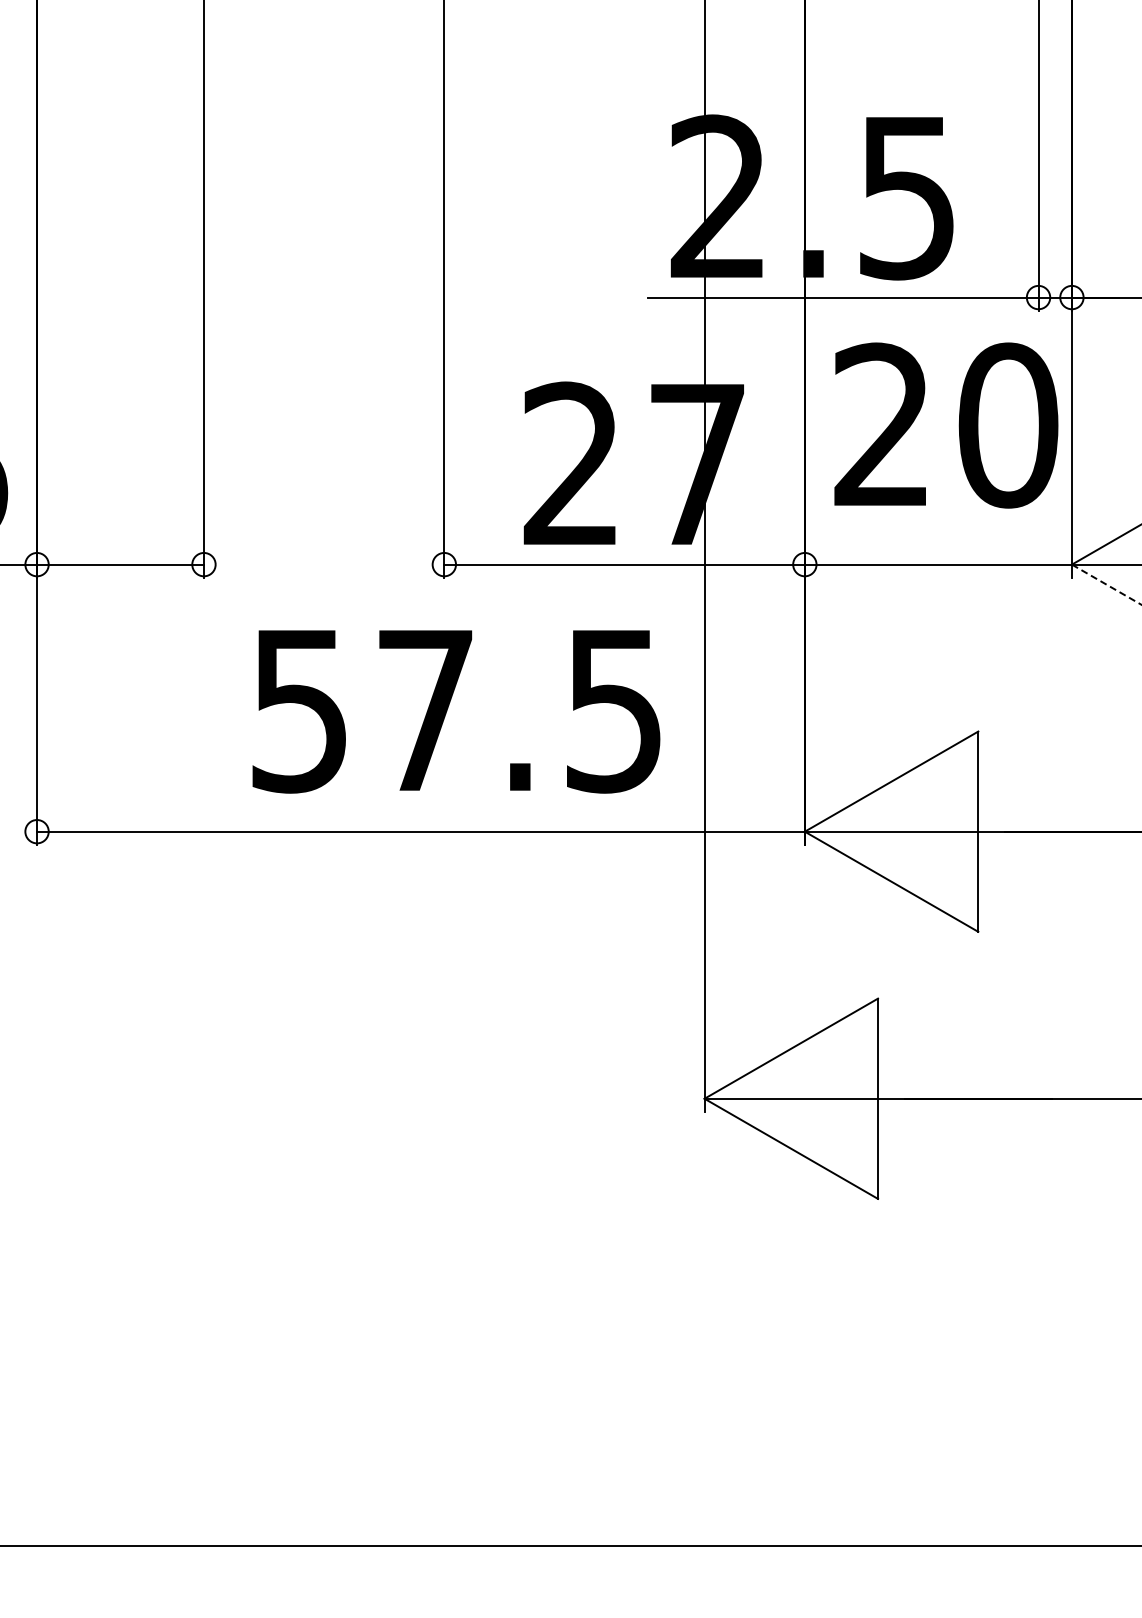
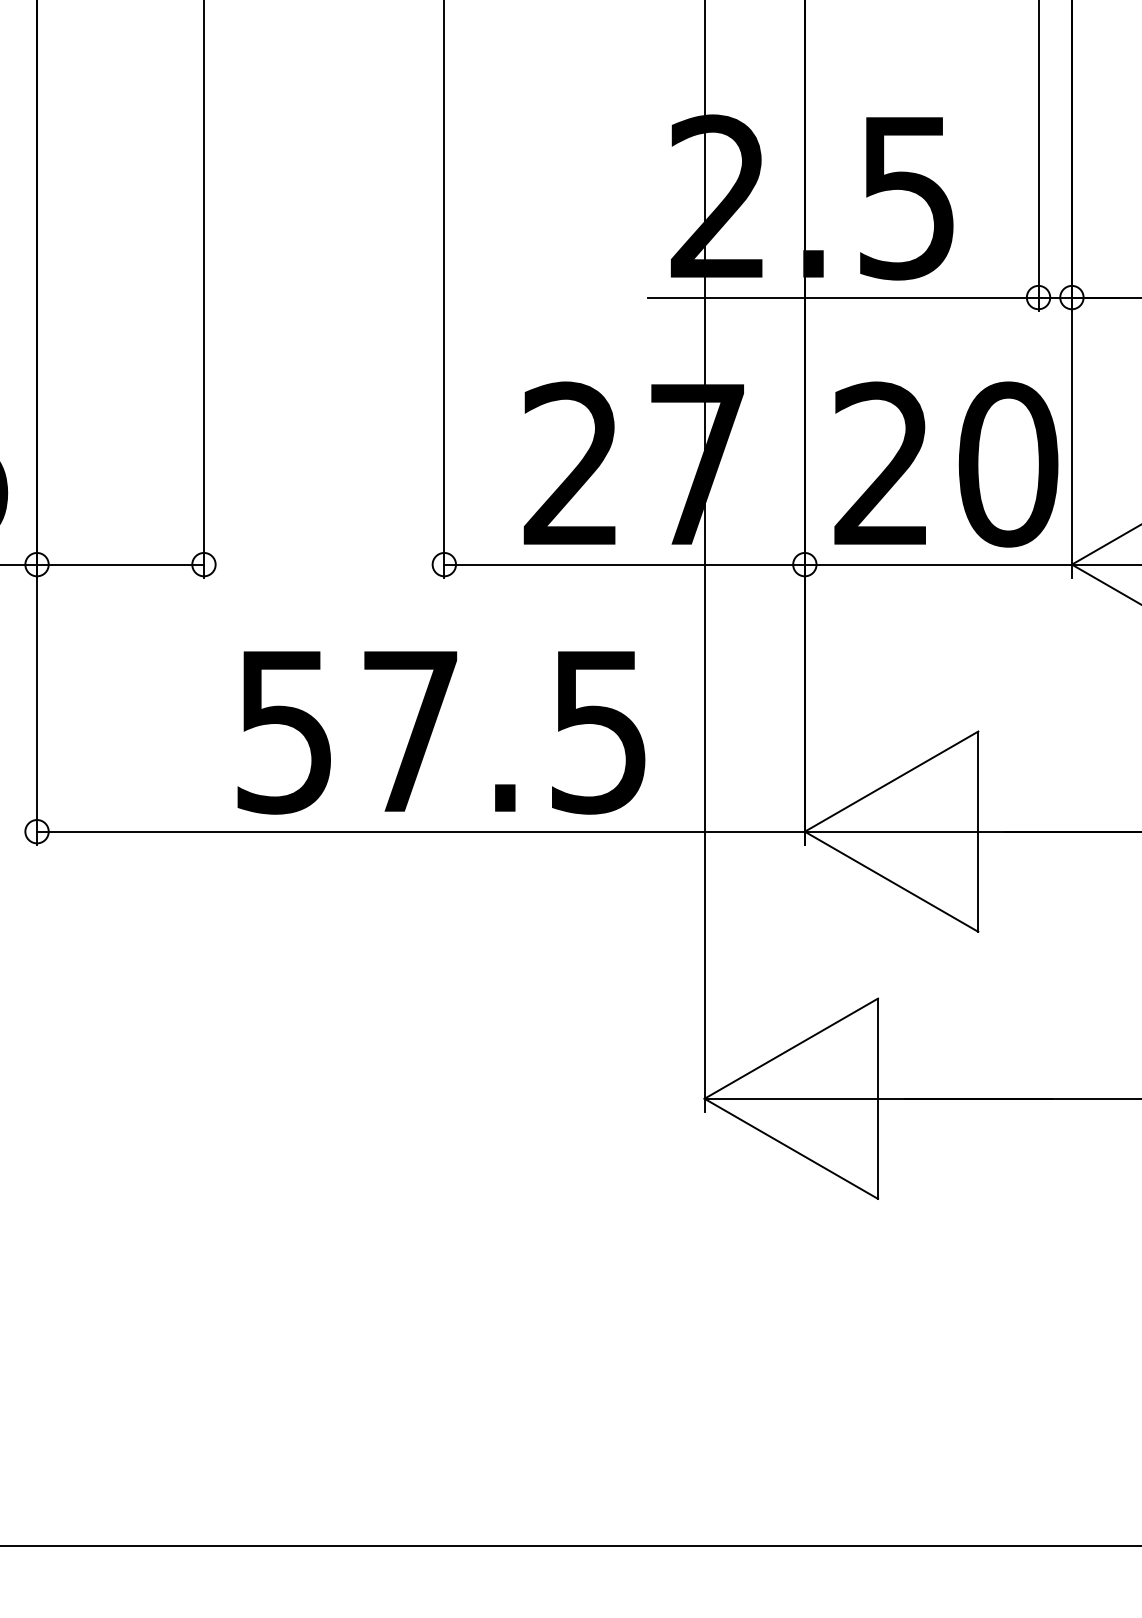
text at (946, 425) position: (946, 425) -> (946, 464)
line at (1107, 585): dashed -> solid
text at (456, 711) position: (456, 711) -> (441, 732)
